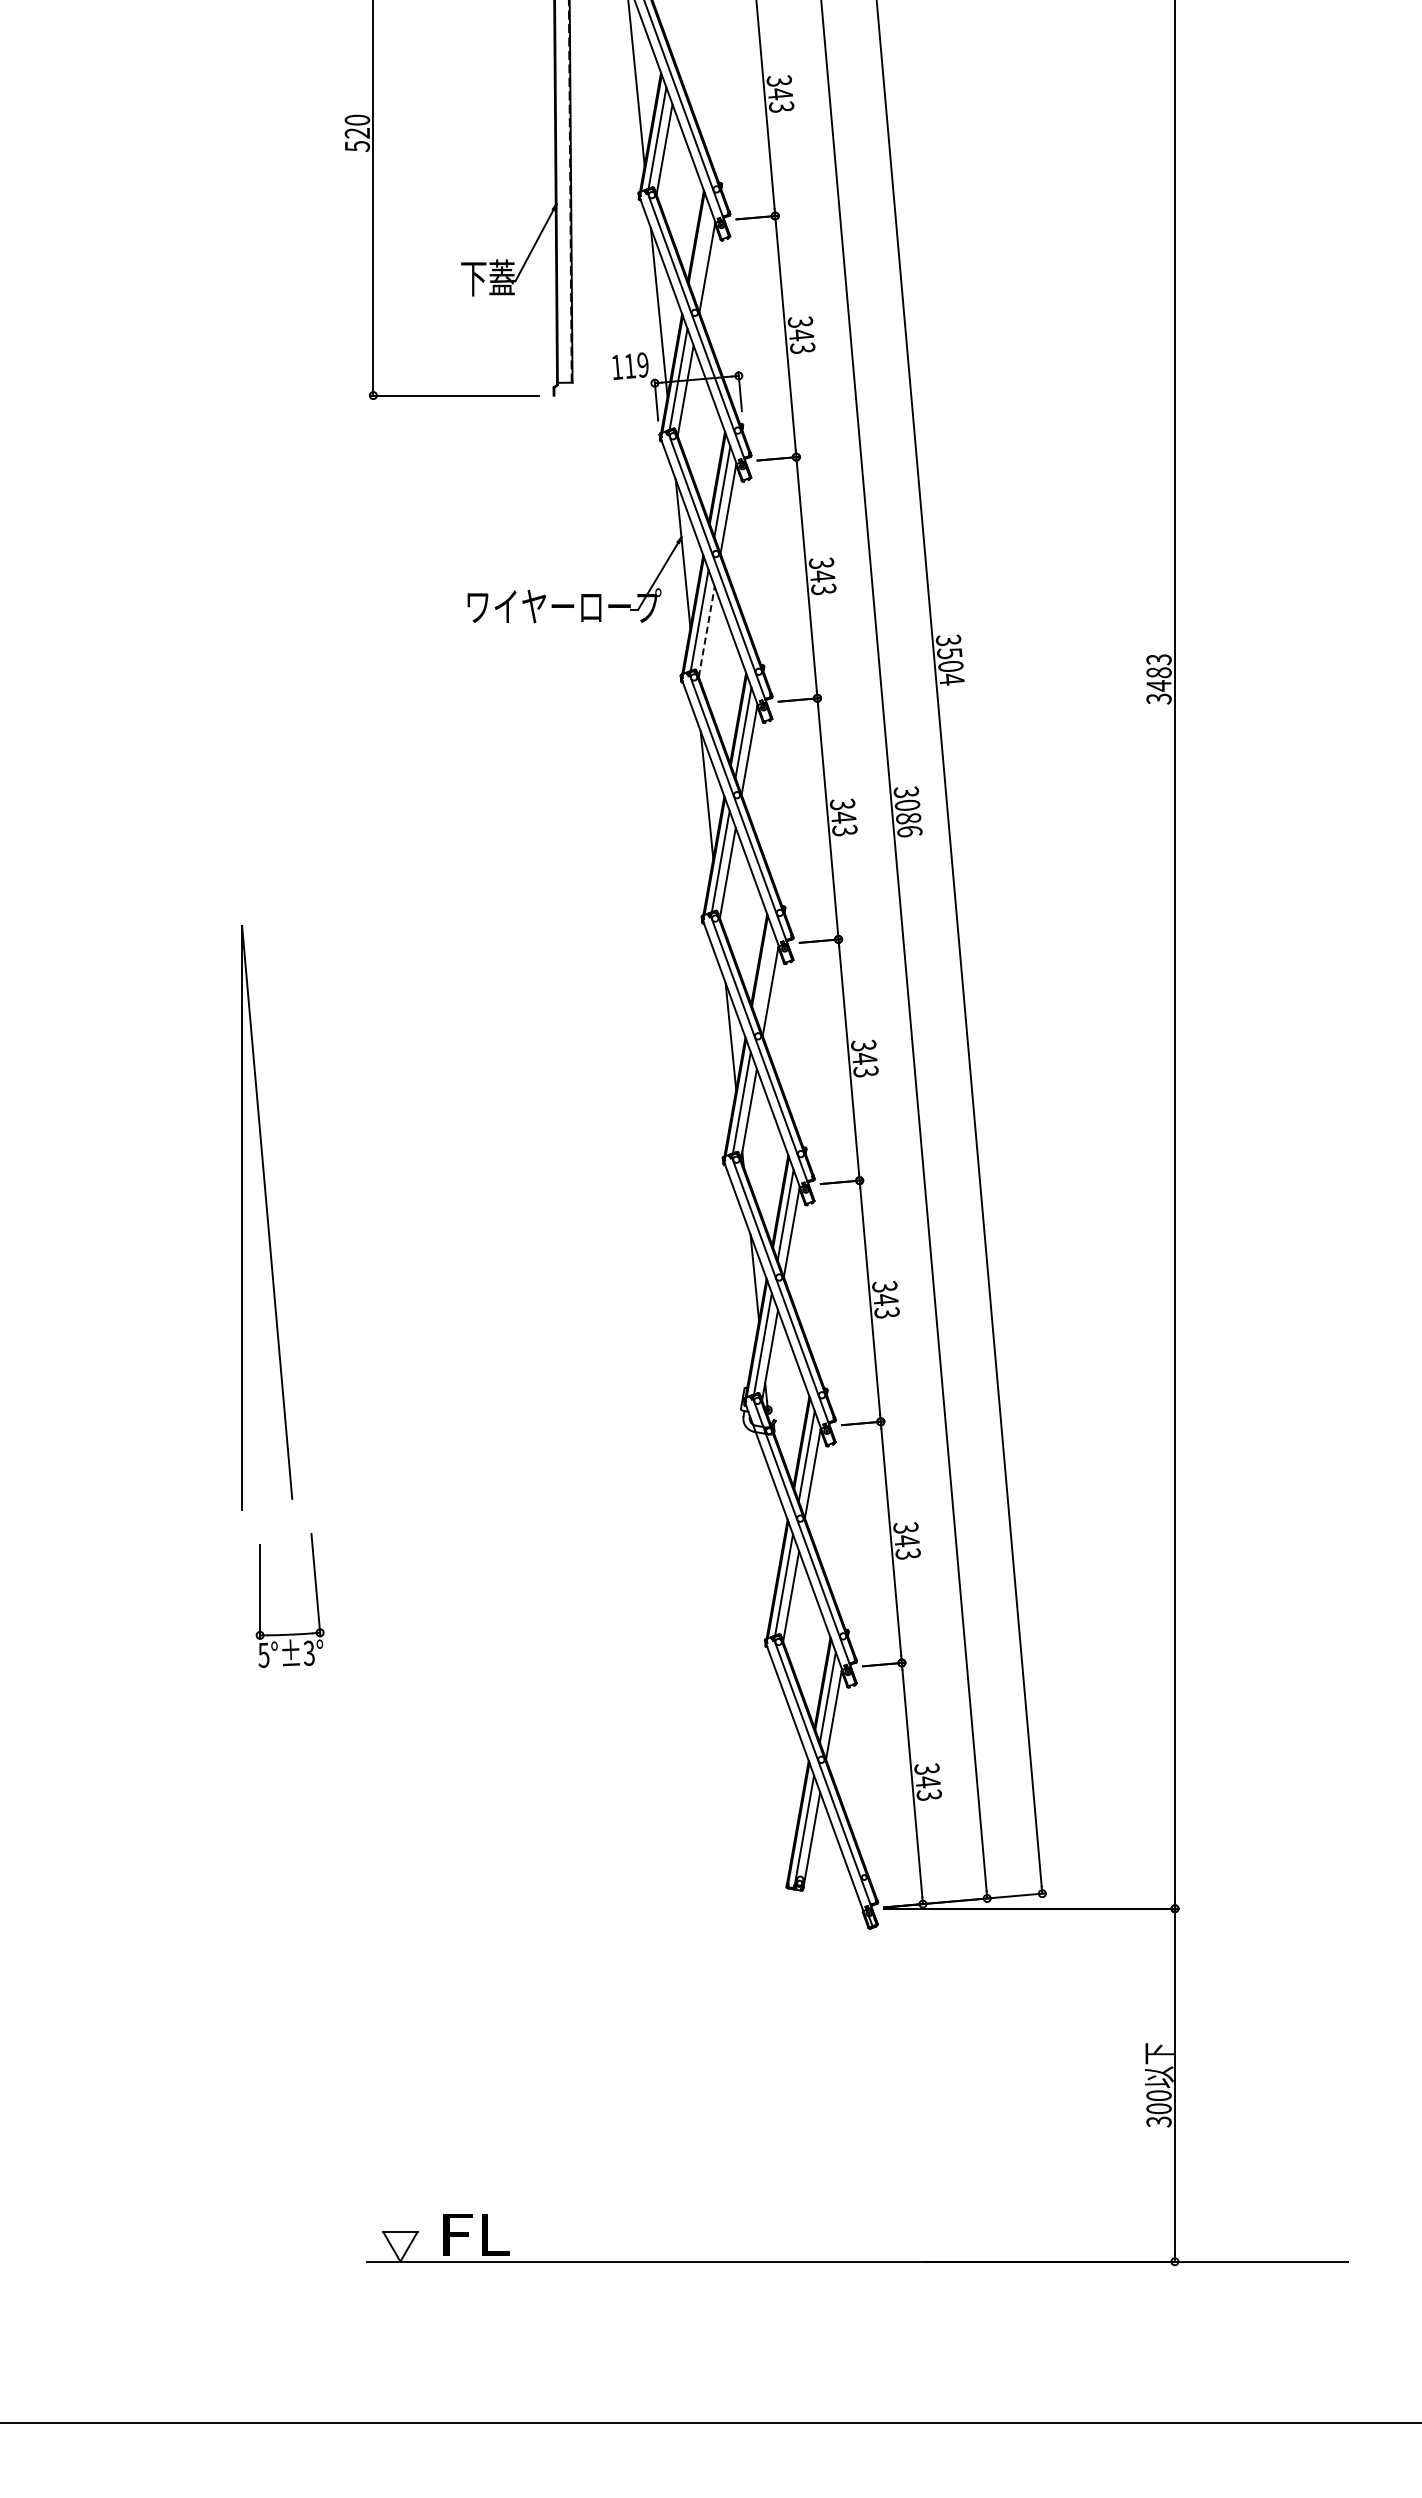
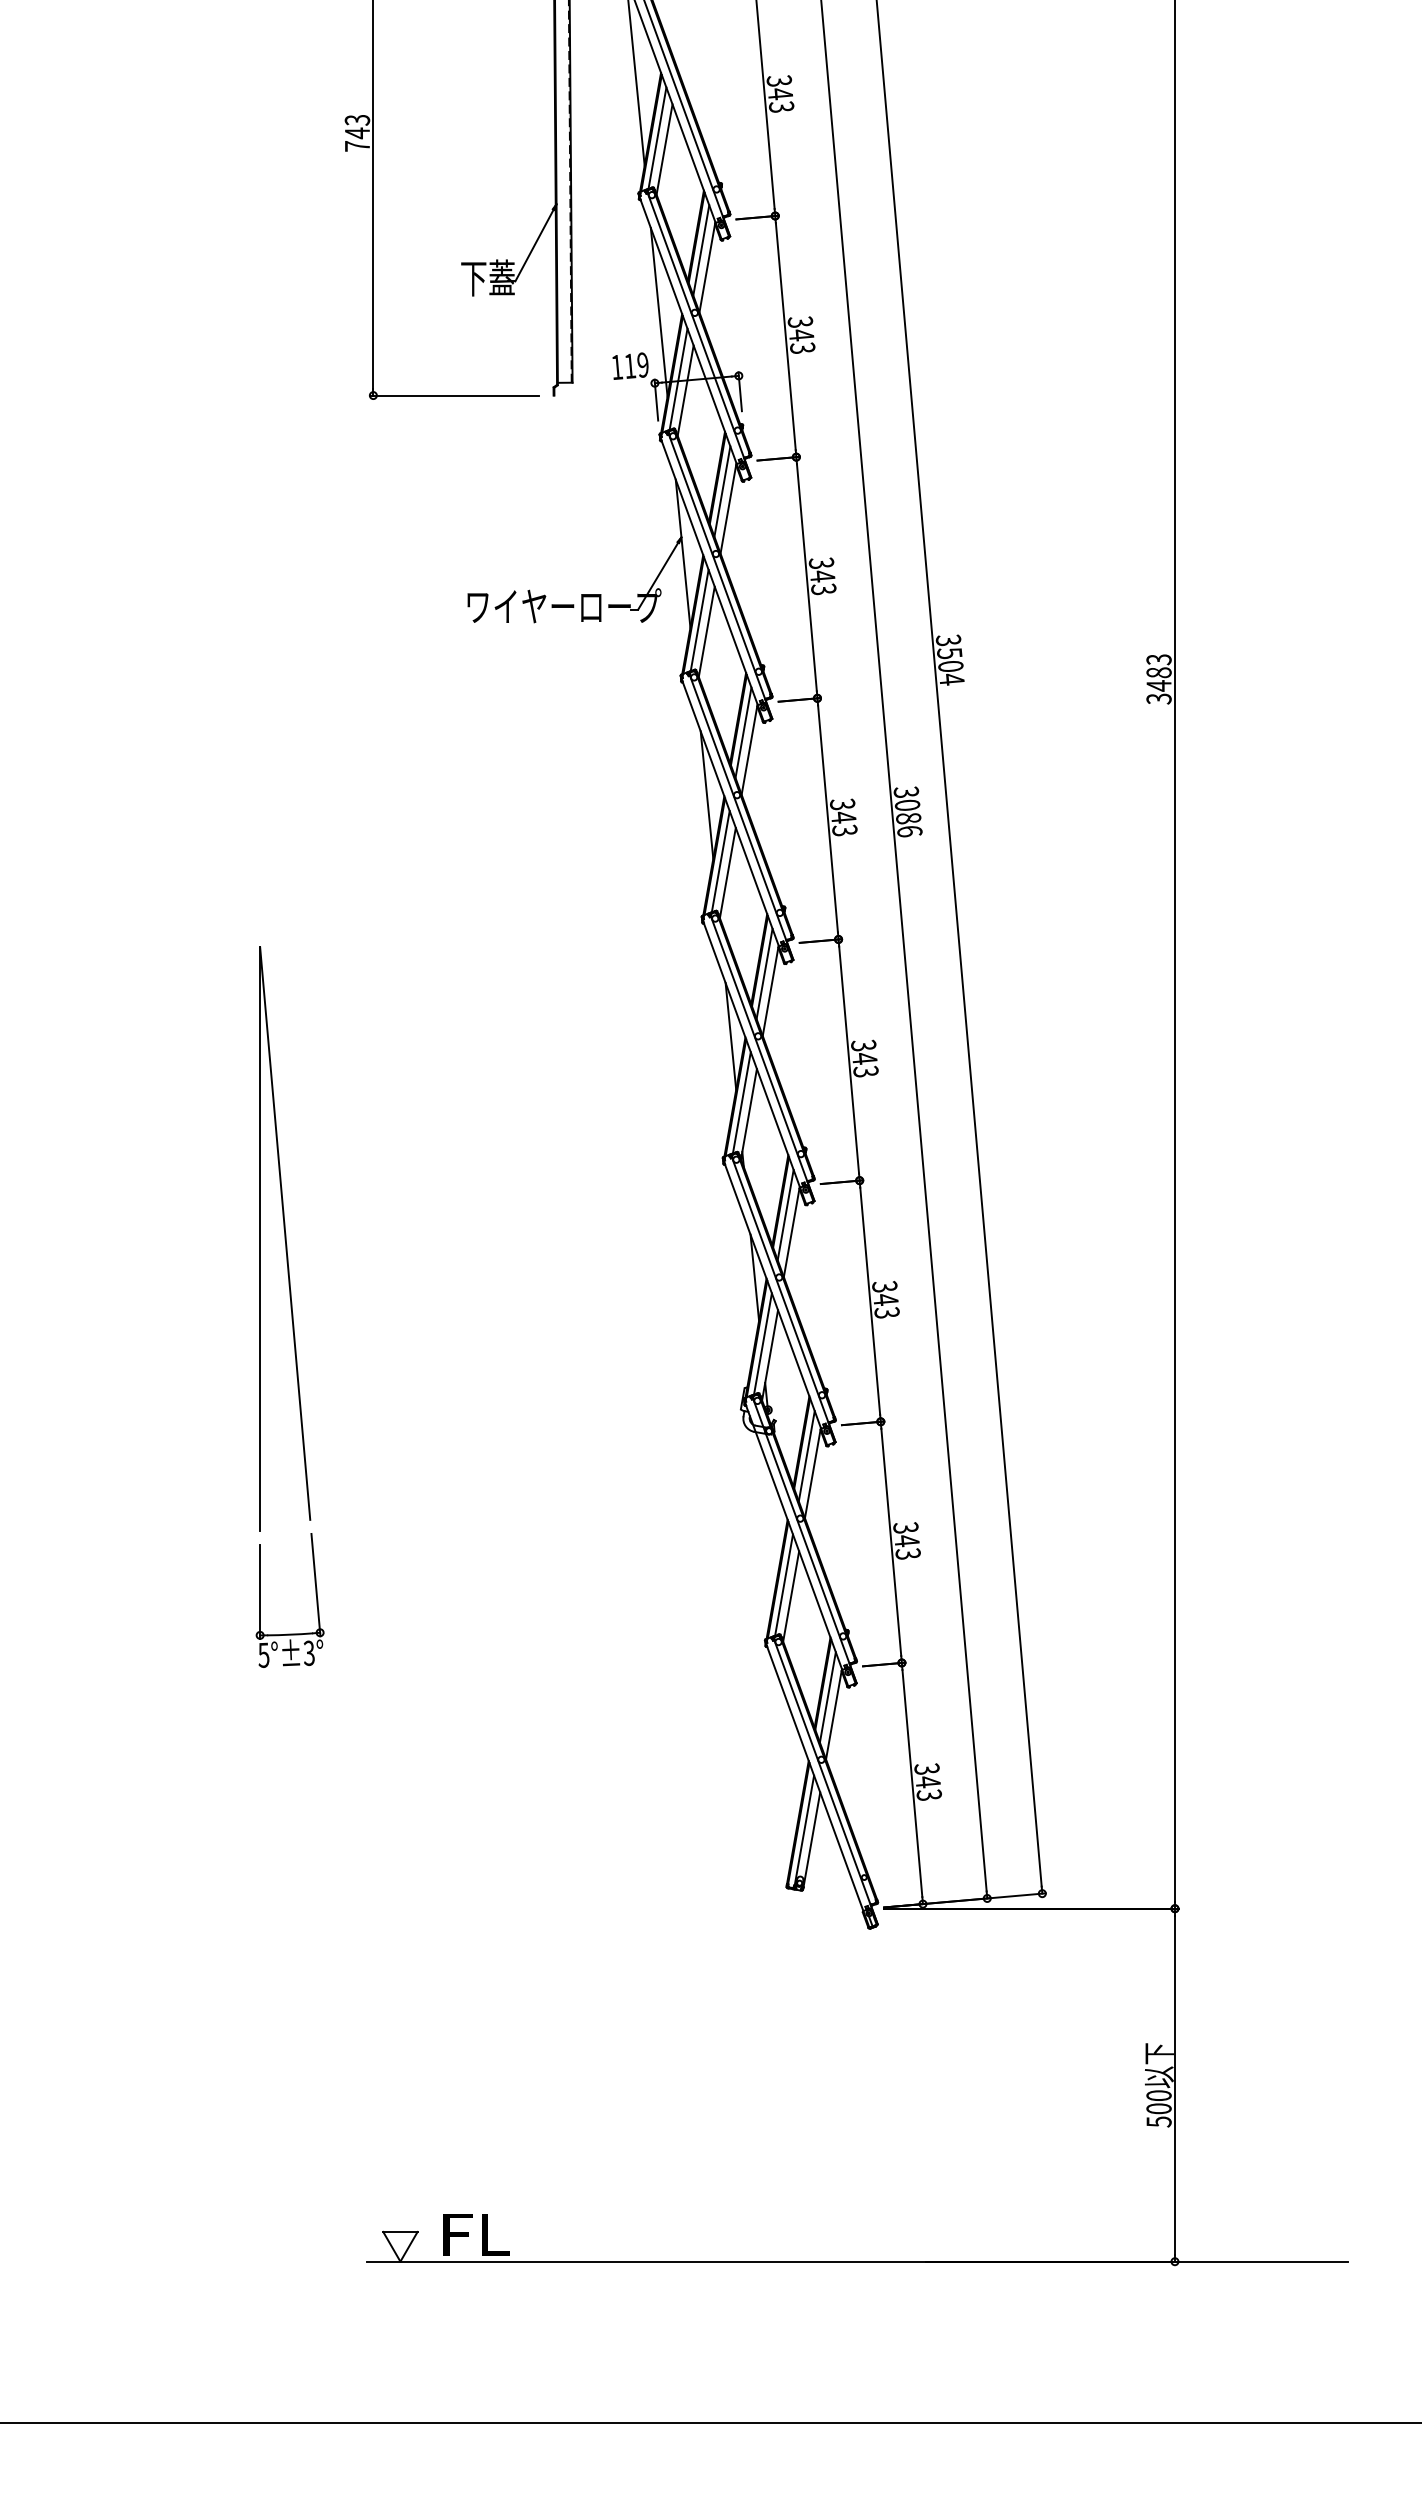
text at (357, 132): 520 -> 743
line at (701, 250): none -> present
line at (706, 631): dashed -> solid
line at (764, 973): none -> present
part at (267, 1217) position: (267, 1217) -> (285, 1238)
text at (1158, 2121): 300 -> 500
